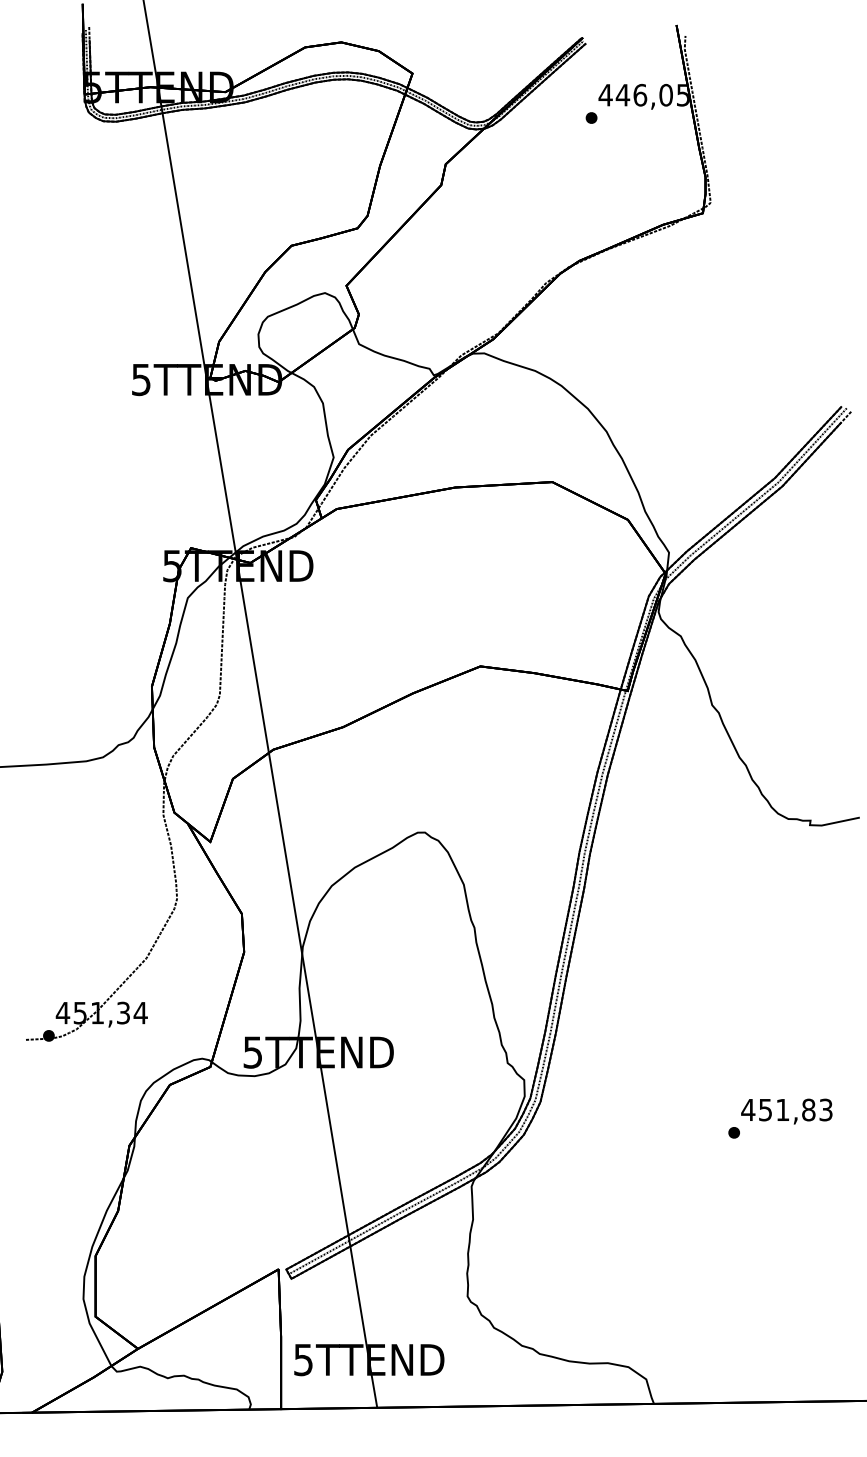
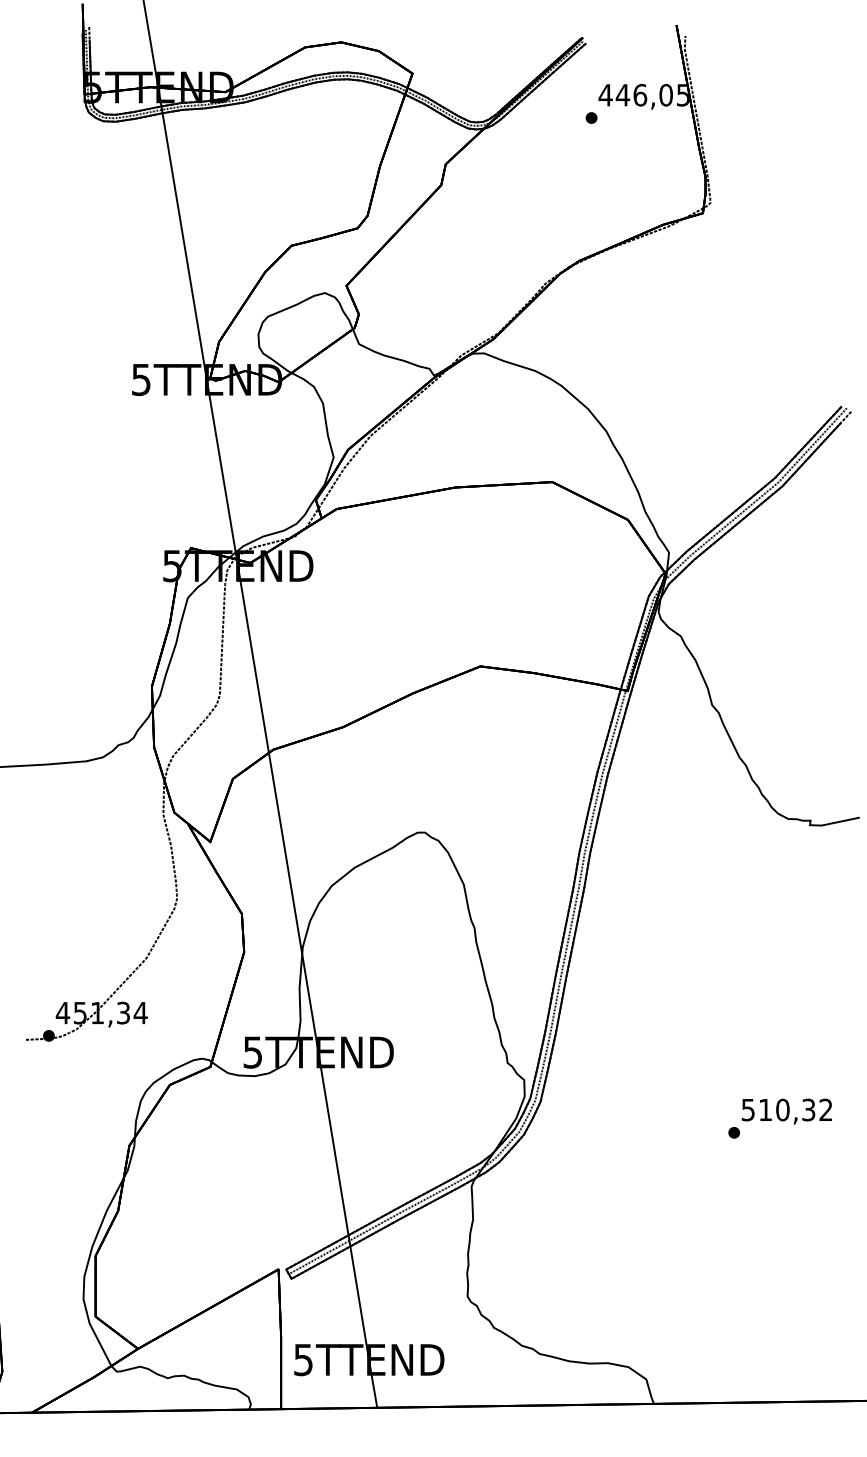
text at (786, 1109): 451,83 -> 510,32
